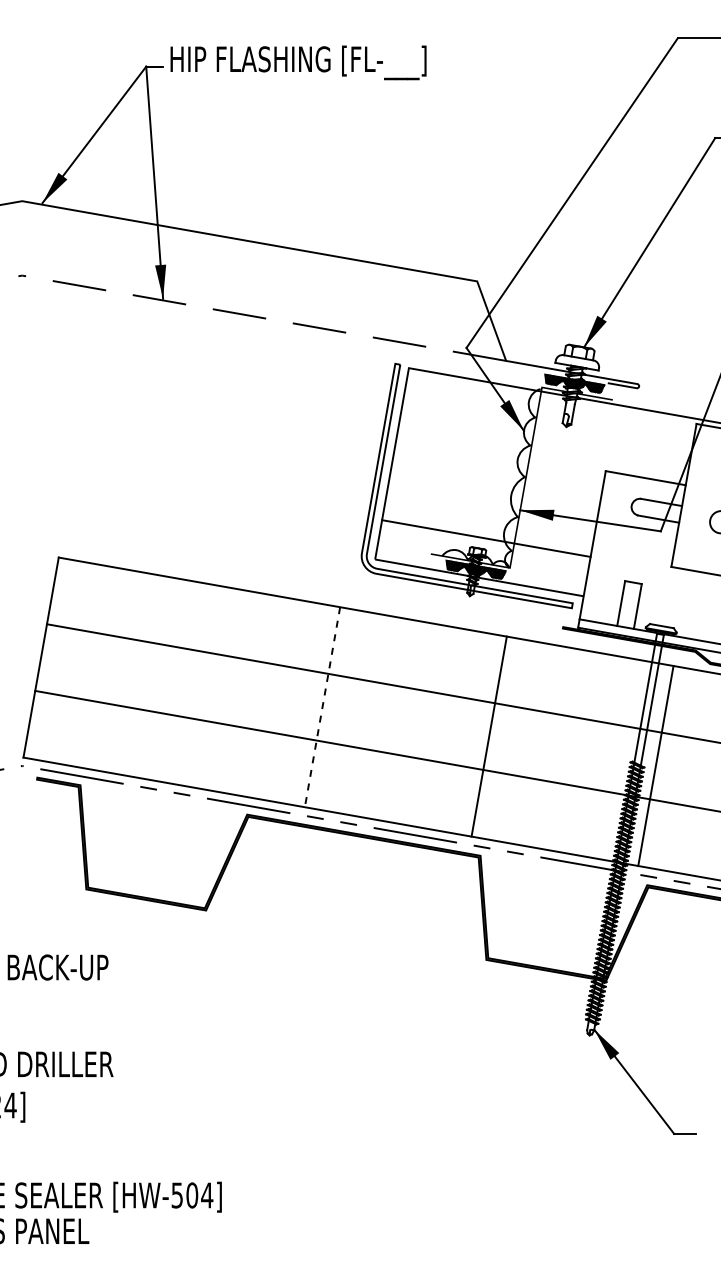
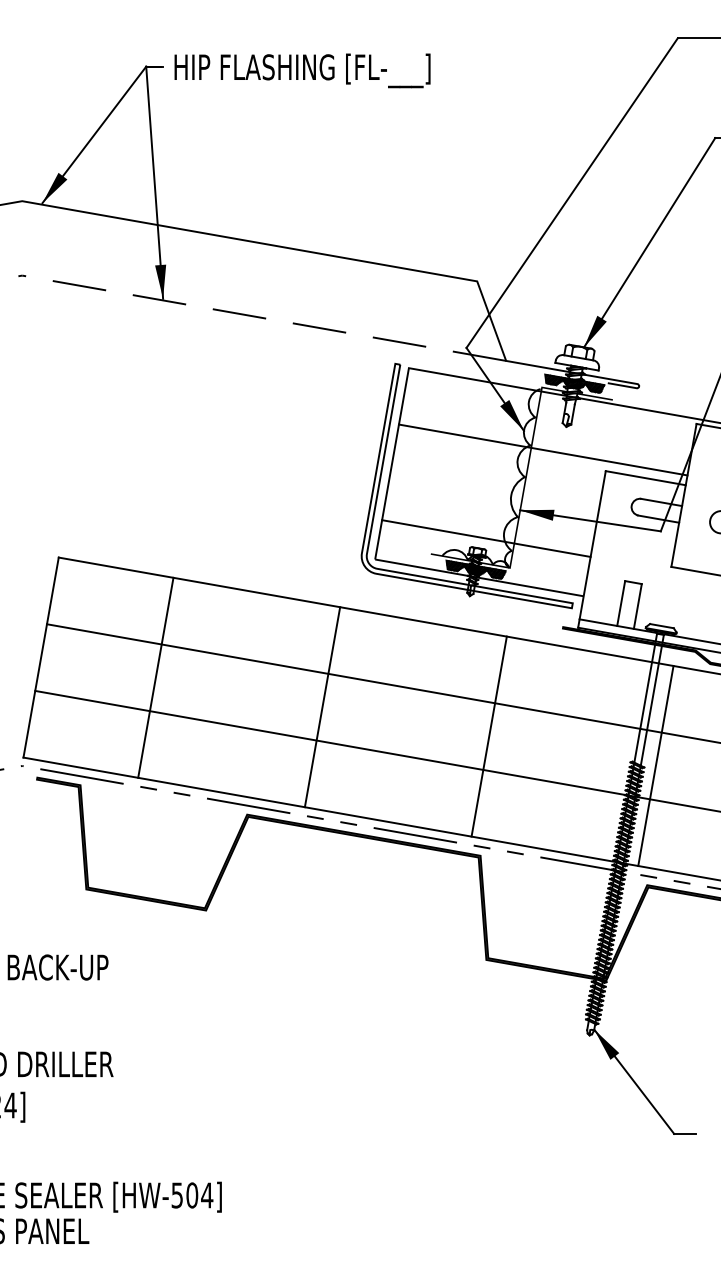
text at (298, 62) position: (298, 62) -> (302, 70)
line at (542, 449): none -> present
line at (155, 677): none -> present
line at (322, 707): dashed -> solid
